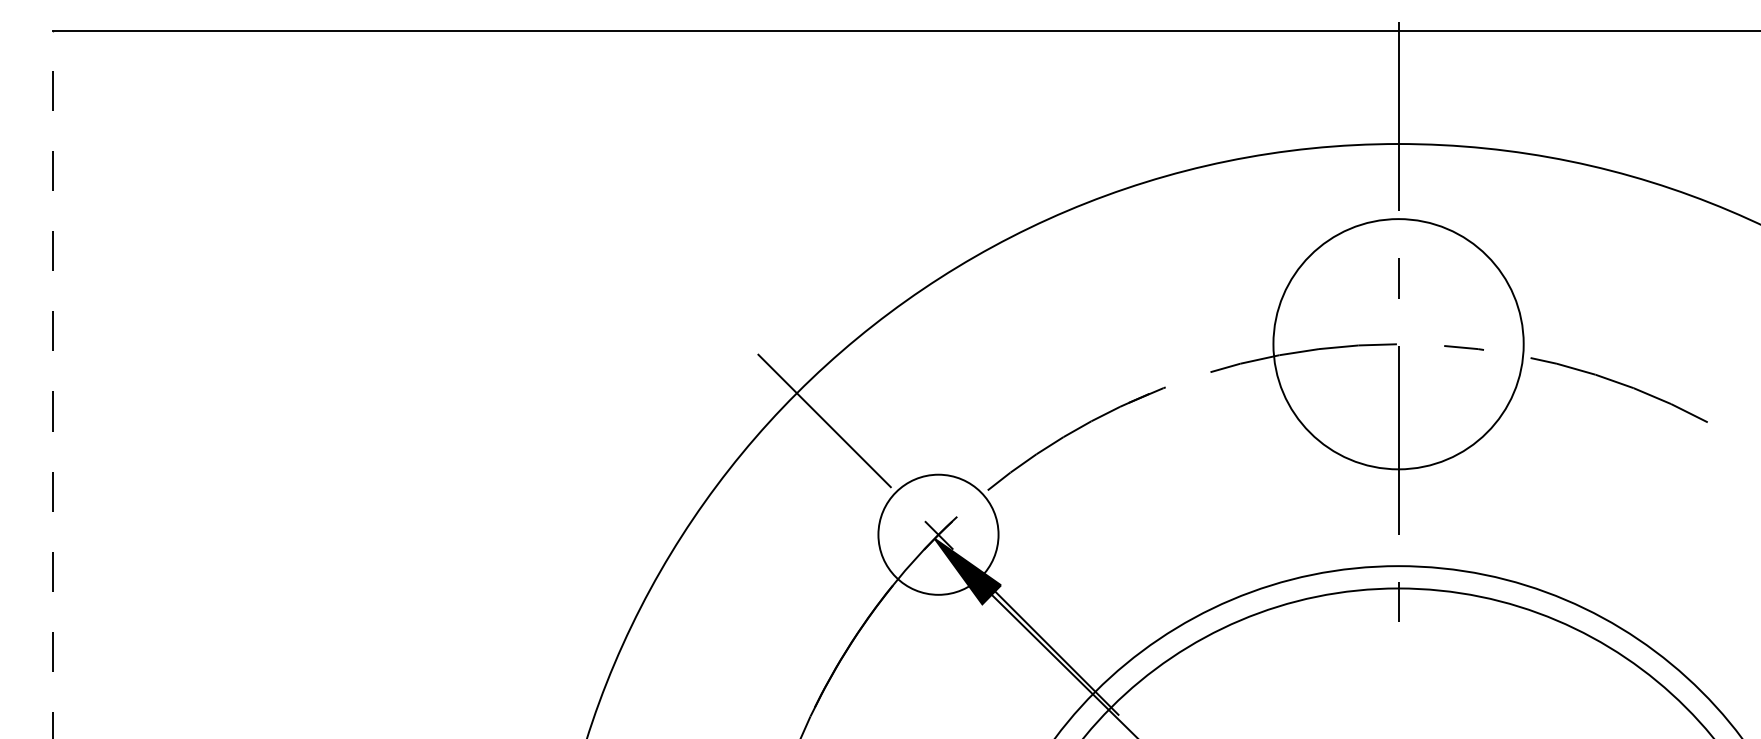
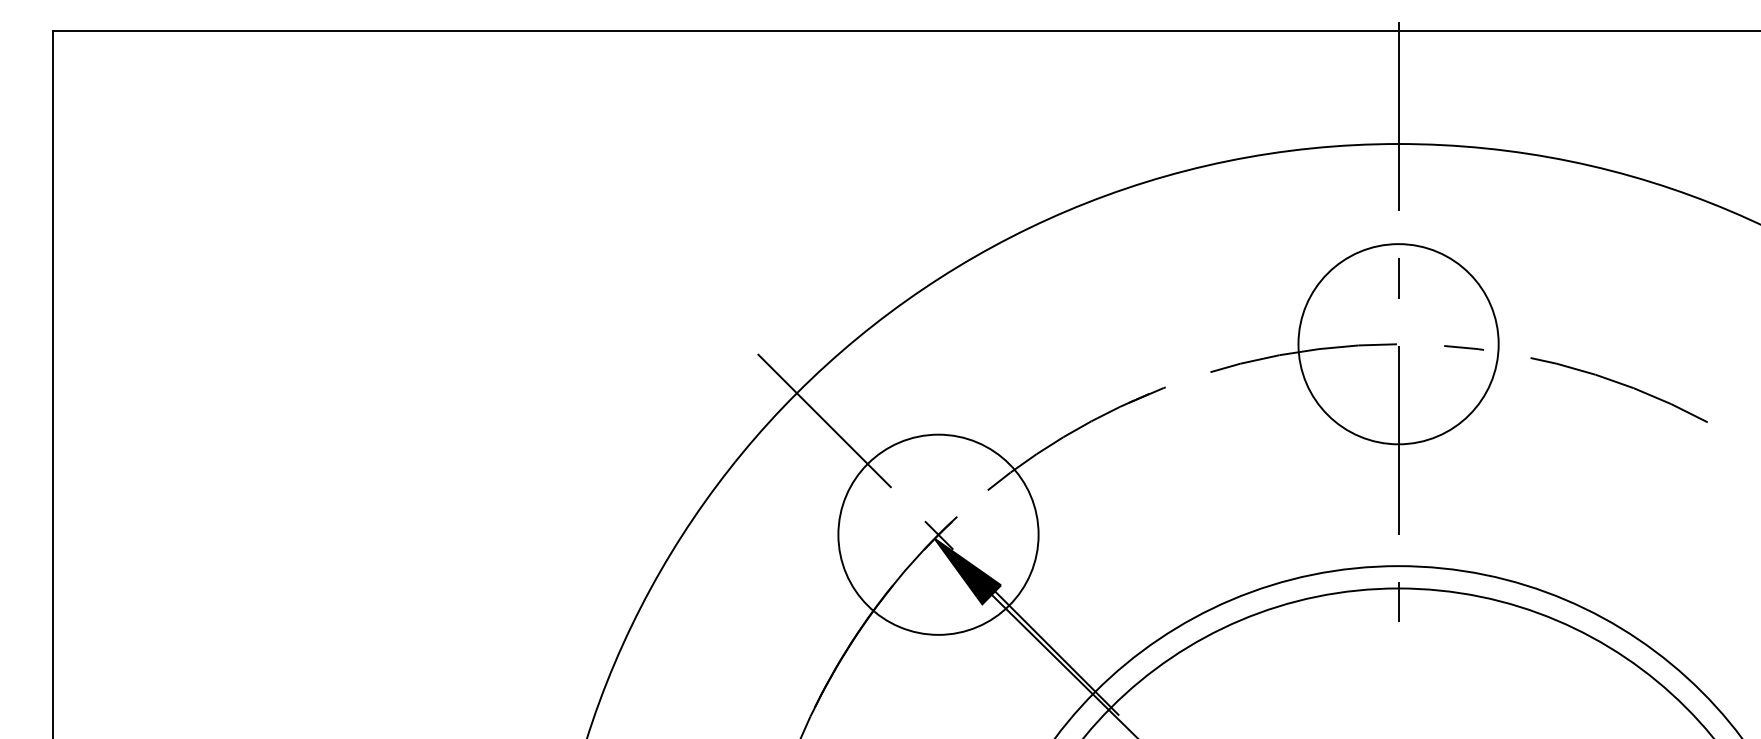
circle at (1398, 344) diameter: 250 px -> 200 px
line at (52, 385): dashed -> solid
circle at (938, 534) diameter: 120 px -> 200 px
